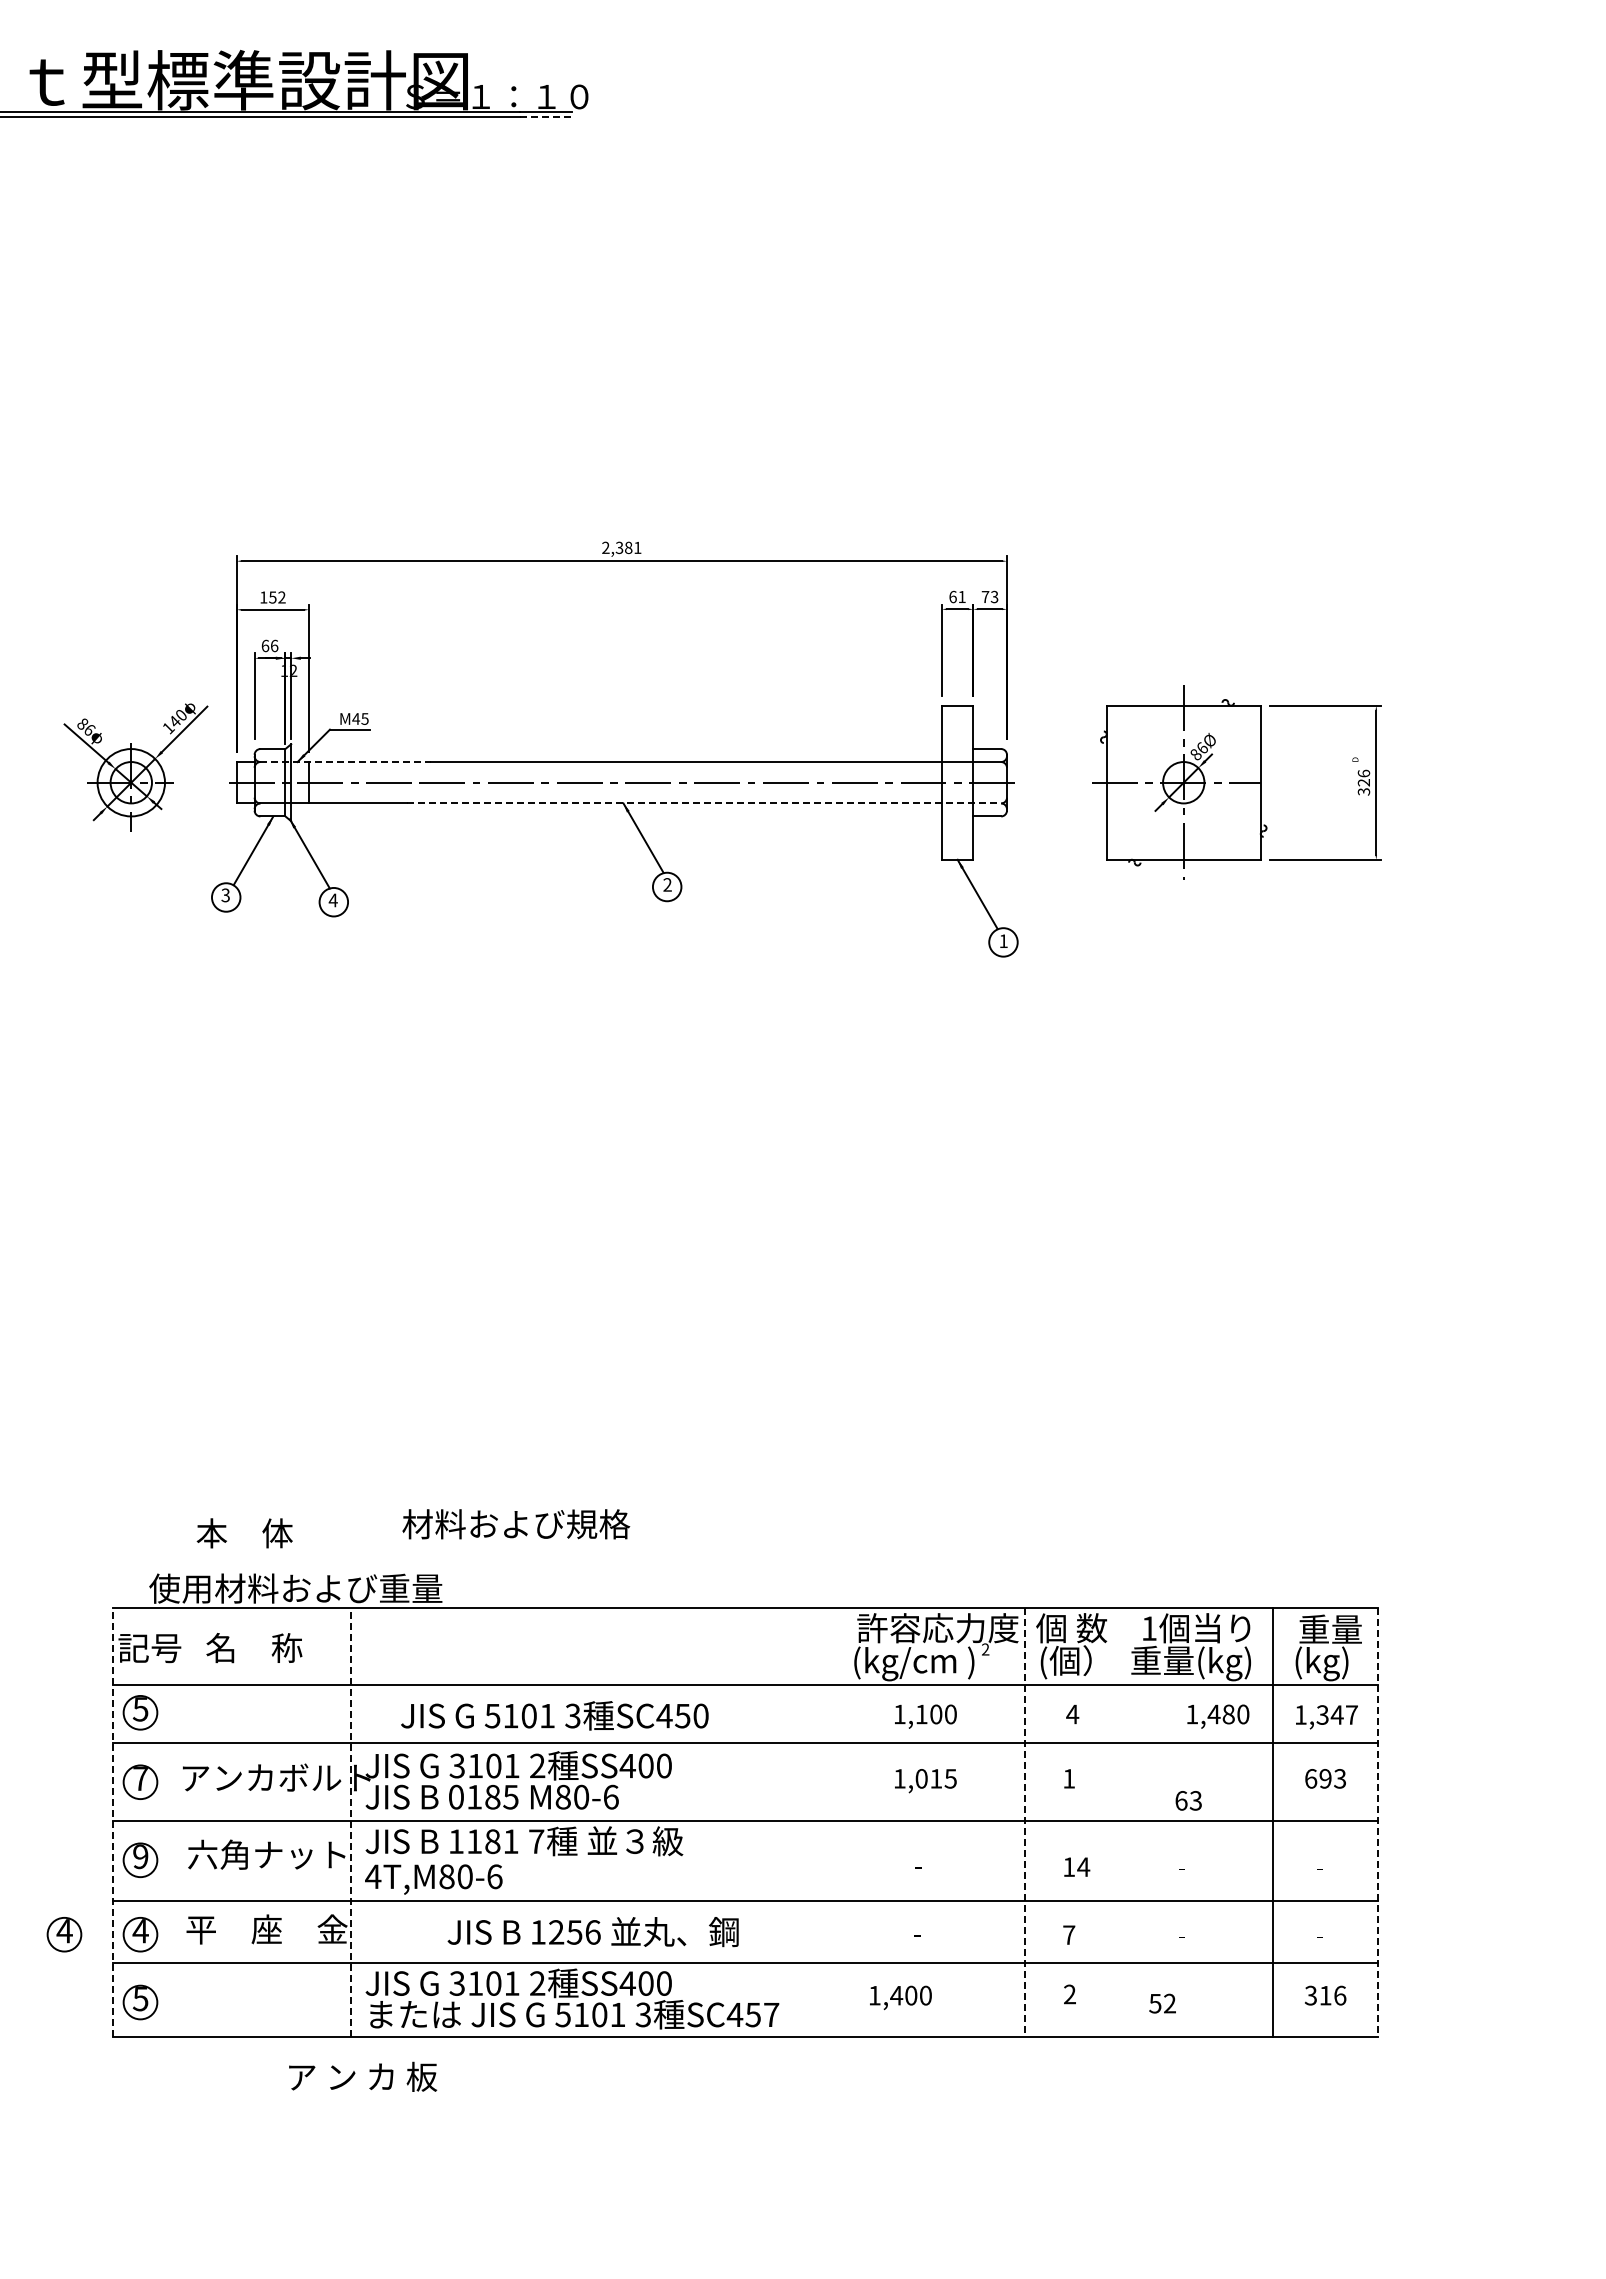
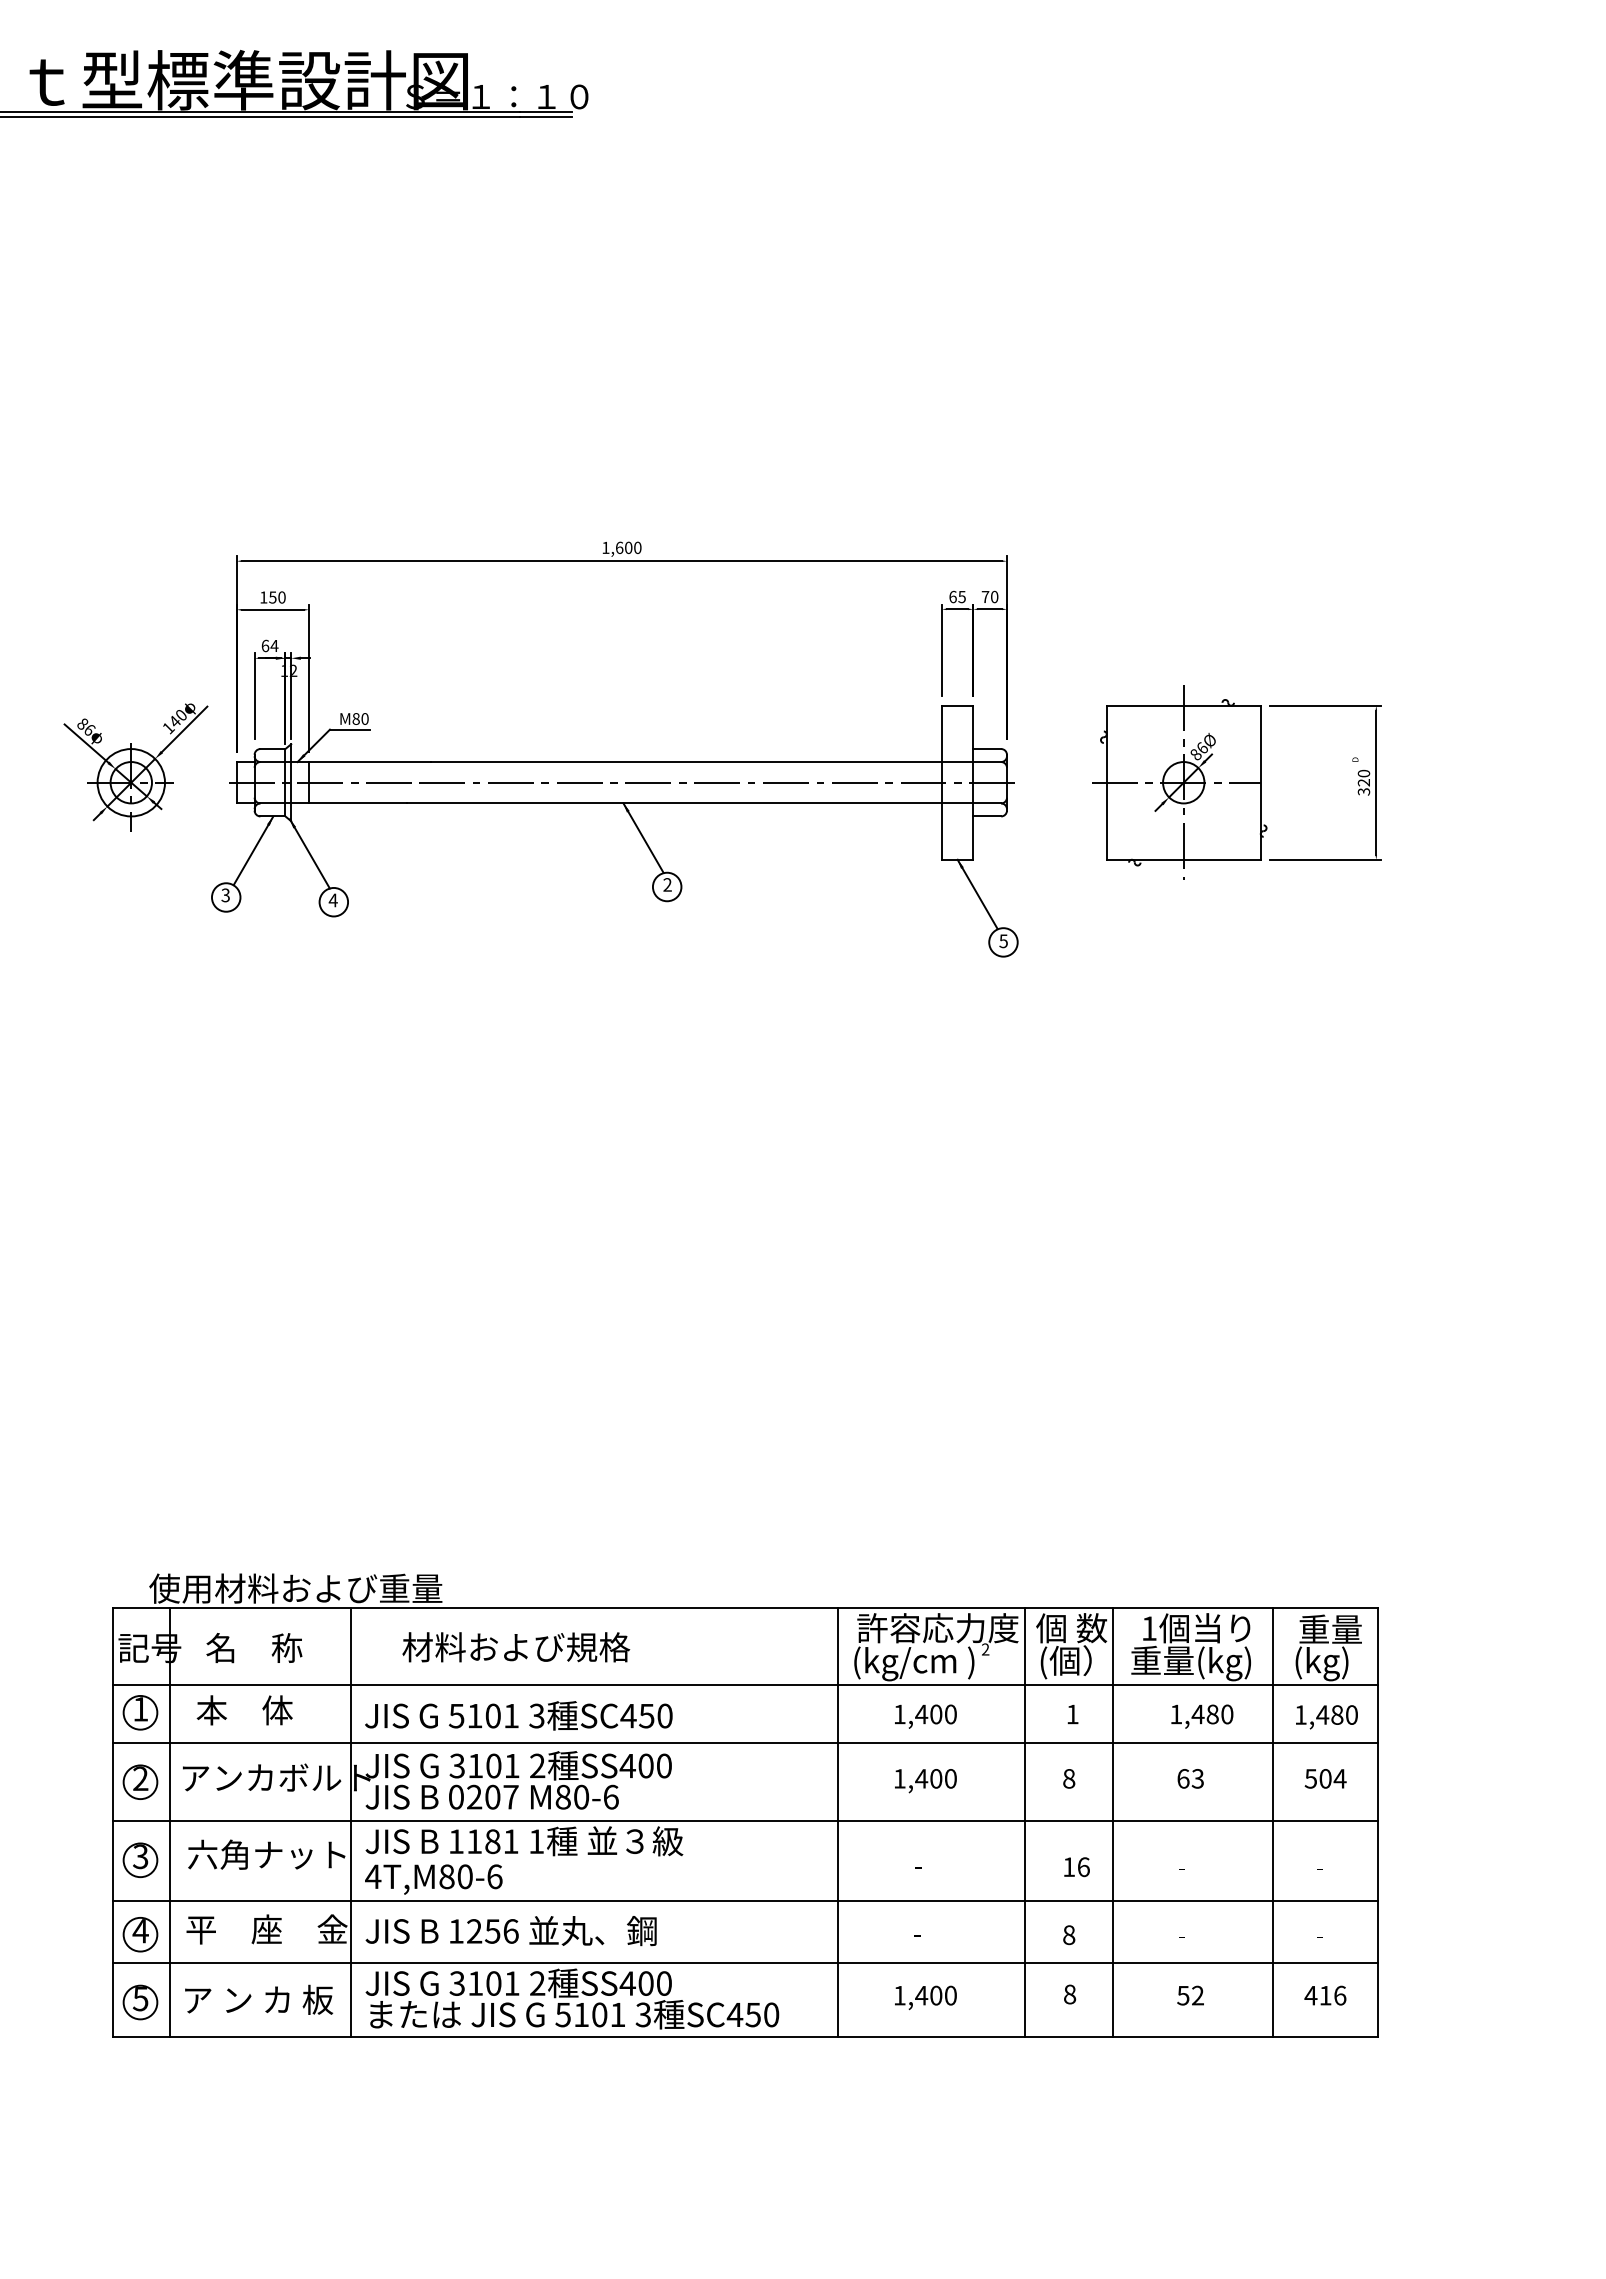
line at (546, 116): dashed -> solid
text at (621, 547): 2,381 -> 1,600
text at (281, 597): 152 -> 150
text at (961, 597): 61 -> 65
text at (994, 597): 73 -> 70
text at (274, 645): 66 -> 64
text at (360, 718): M45 -> M80
line at (346, 762): dashed -> solid
text at (1363, 773): 326 -> 320
line at (704, 803): dashed -> solid
text at (1003, 941): 1 -> 5
text at (516, 1524) position: (516, 1524) -> (516, 1647)
text at (244, 1533) position: (244, 1533) -> (244, 1710)
text at (140, 1709): 5 -> 1
text at (921, 1714): 1,100 -> 1,400
text at (1072, 1714): 4 -> 1
text at (1336, 1714): 1,347 -> 1,480
text at (554, 1715) position: (554, 1715) -> (518, 1715)
text at (1218, 1716) position: (1218, 1716) -> (1202, 1716)
text at (140, 1778): 7 -> 2
text at (935, 1778): 1,015 -> 1,400
text at (1069, 1778): 1 -> 8
text at (1325, 1778): 693 -> 504
text at (492, 1796): 0185 -> 0207
text at (1188, 1800) position: (1188, 1800) -> (1190, 1778)
line at (112, 1822): dashed -> solid
line at (170, 1822): none -> present
line at (351, 1822): dashed -> solid
line at (838, 1822): none -> present
line at (1024, 1822): dashed -> solid
line at (1112, 1822): none -> present
line at (1377, 1822): dashed -> solid
text at (536, 1841): 7 -> 1
text at (140, 1857): 9 -> 3
text at (1083, 1867): 14 -> 16
text at (592, 1932) position: (592, 1932) -> (510, 1931)
part at (64, 1934): present -> none
text at (1069, 1935): 7 -> 8
text at (1070, 1994): 2 -> 8
text at (1310, 1995): 316 -> 416
text at (900, 1997) position: (900, 1997) -> (925, 1997)
text at (1162, 2003) position: (1162, 2003) -> (1190, 1995)
text at (771, 2014): SC457 -> SC450
text at (363, 2076) position: (363, 2076) -> (259, 1999)
